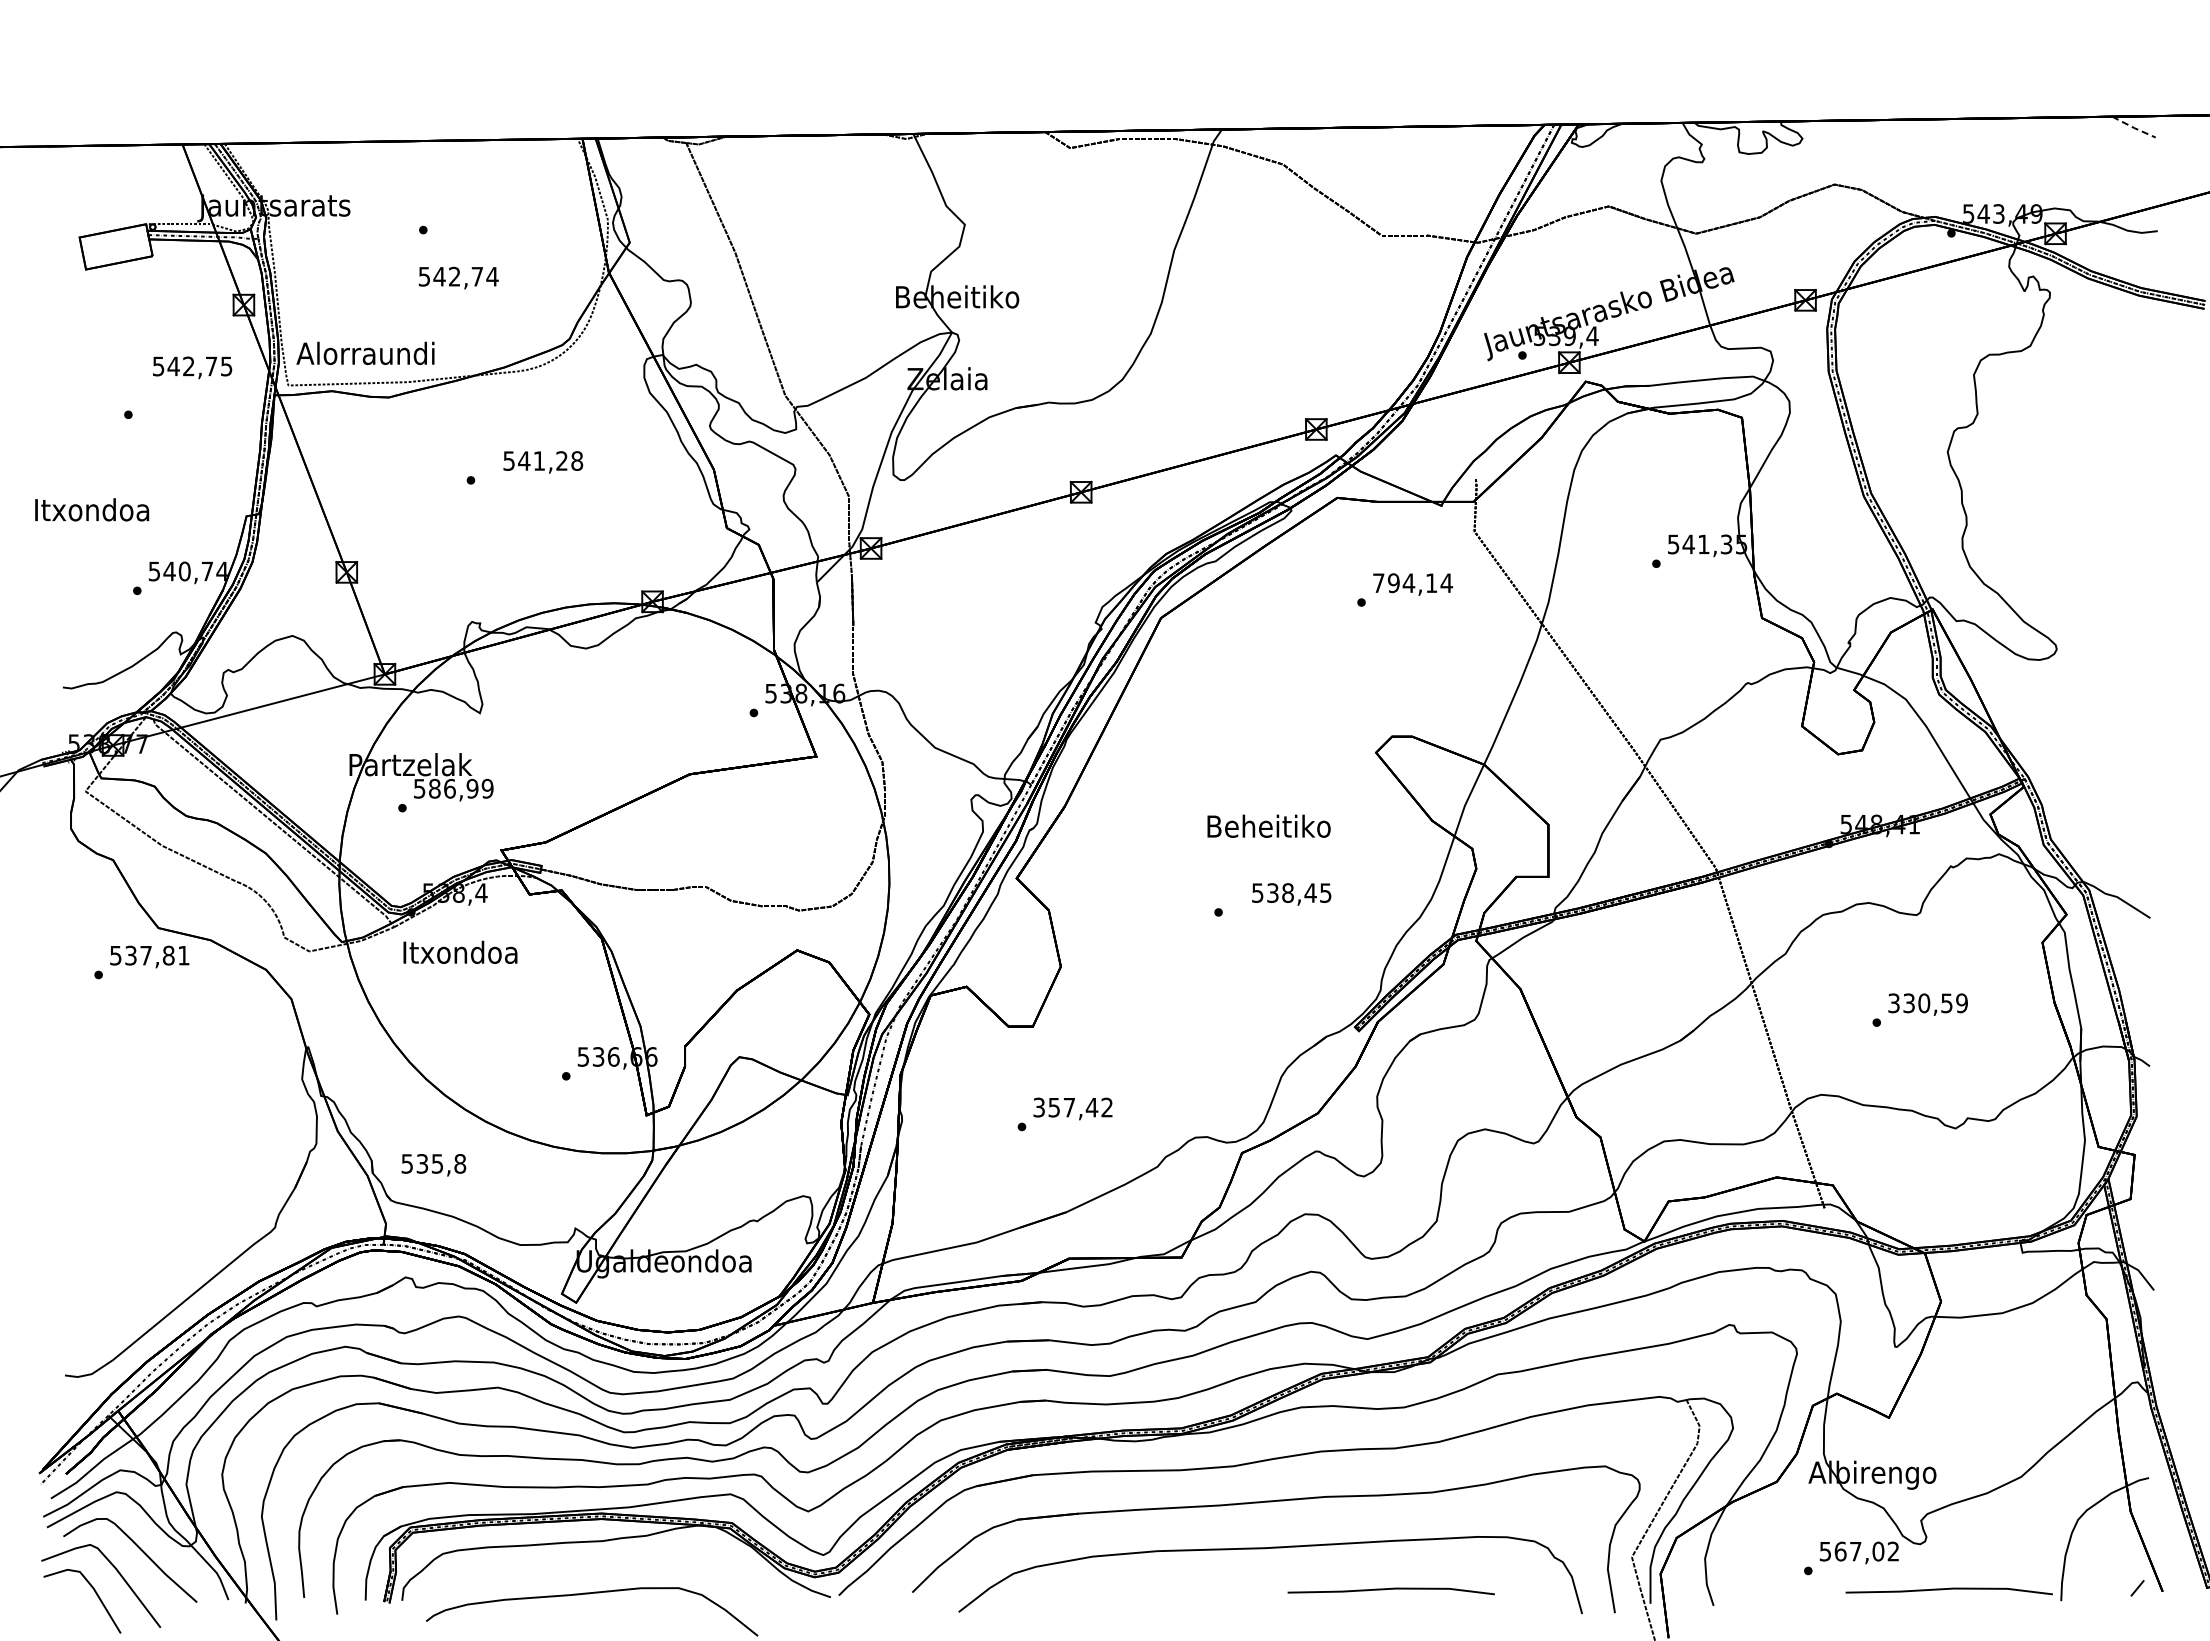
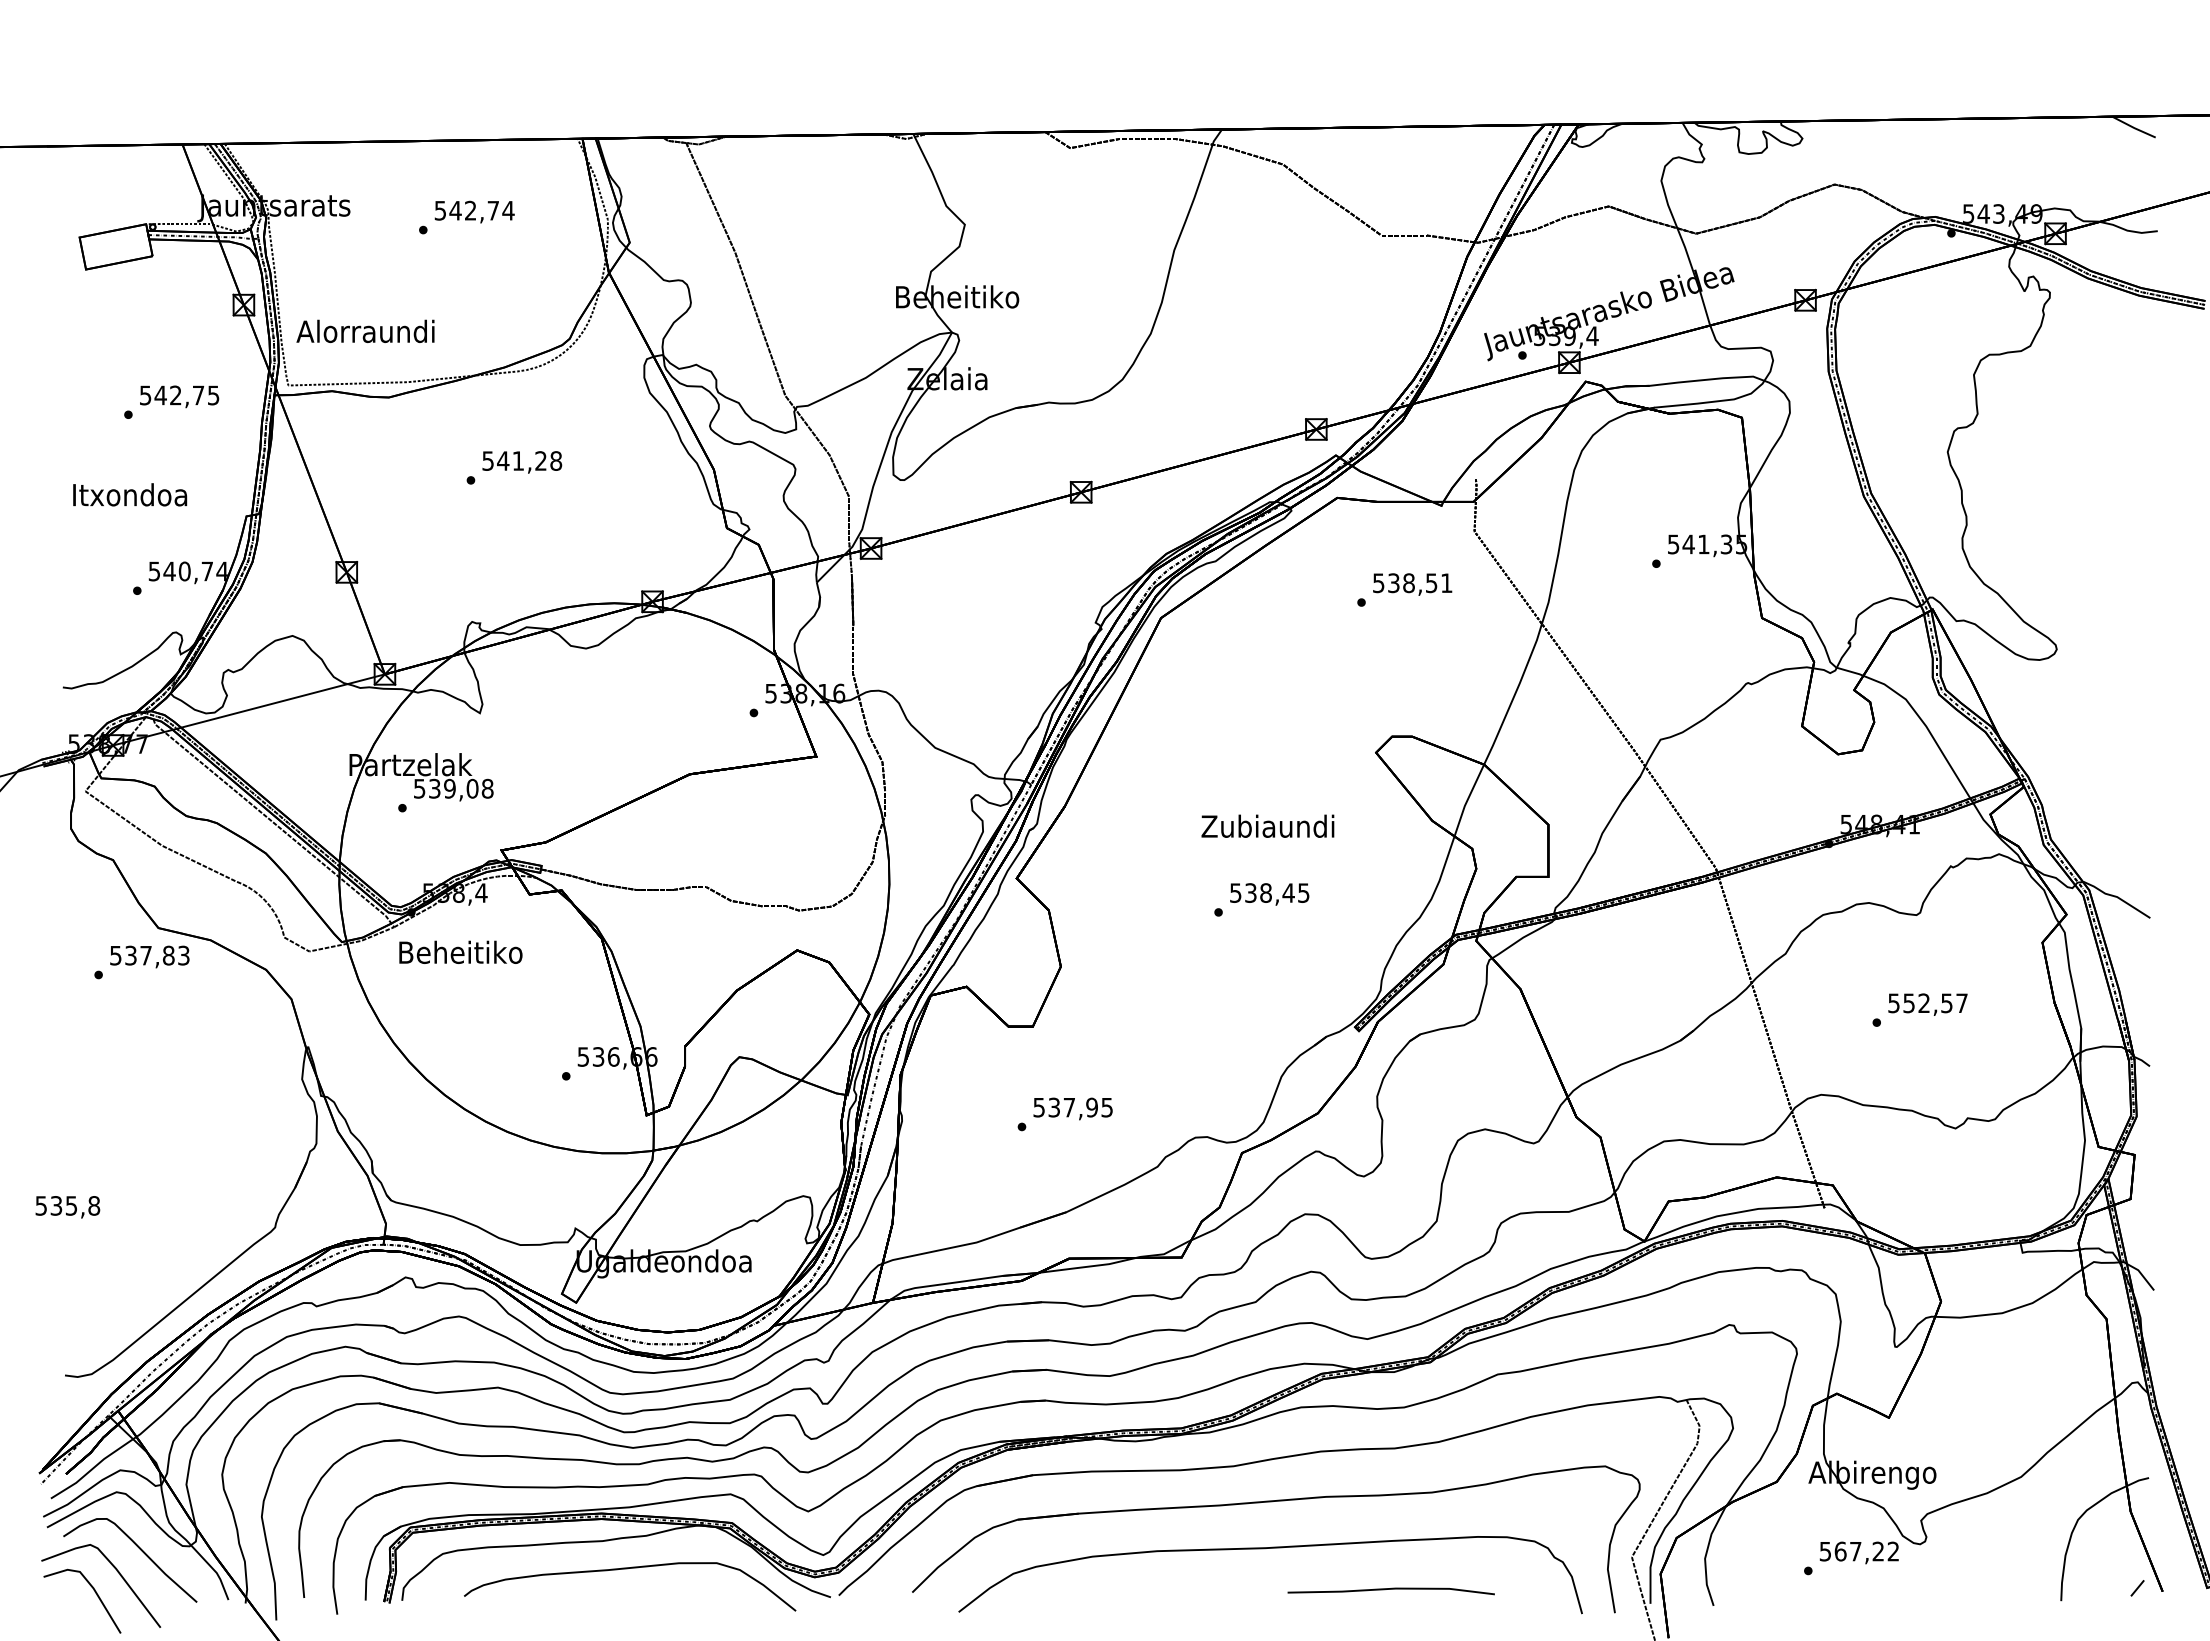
line at (2134, 128): dashed -> solid
text at (458, 277) position: (458, 277) -> (474, 211)
text at (365, 352) position: (365, 352) -> (365, 330)
text at (192, 367) position: (192, 367) -> (179, 396)
text at (543, 462) position: (543, 462) -> (522, 462)
text at (92, 509) position: (92, 509) -> (130, 494)
text at (1412, 583): 794,14 -> 538,51
text at (461, 788): 586,99 -> 539,08
text at (1267, 825): Beheitiko -> Zubiaundi
text at (1291, 894) position: (1291, 894) -> (1269, 894)
text at (460, 952): Itxondoa -> Beheitiko
text at (183, 955): 537,81 -> 537,83
text at (1927, 1003): 330,59 -> 552,57
text at (1073, 1107): 357,42 -> 537,95
text at (433, 1165) position: (433, 1165) -> (67, 1207)
text at (1878, 1551): 567,02 -> 567,22
line at (1948, 1589): present -> none
curve at (589, 1594) position: (589, 1594) -> (627, 1569)
